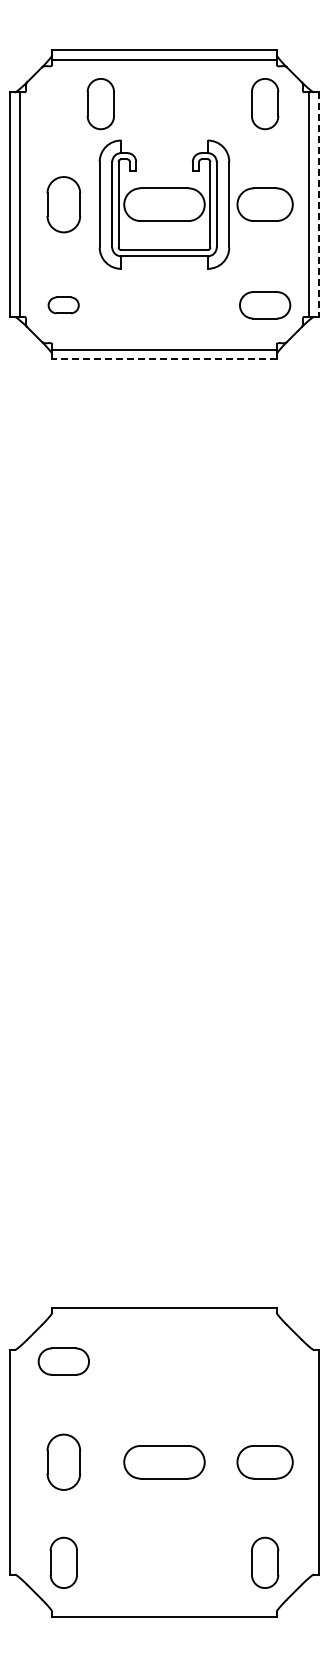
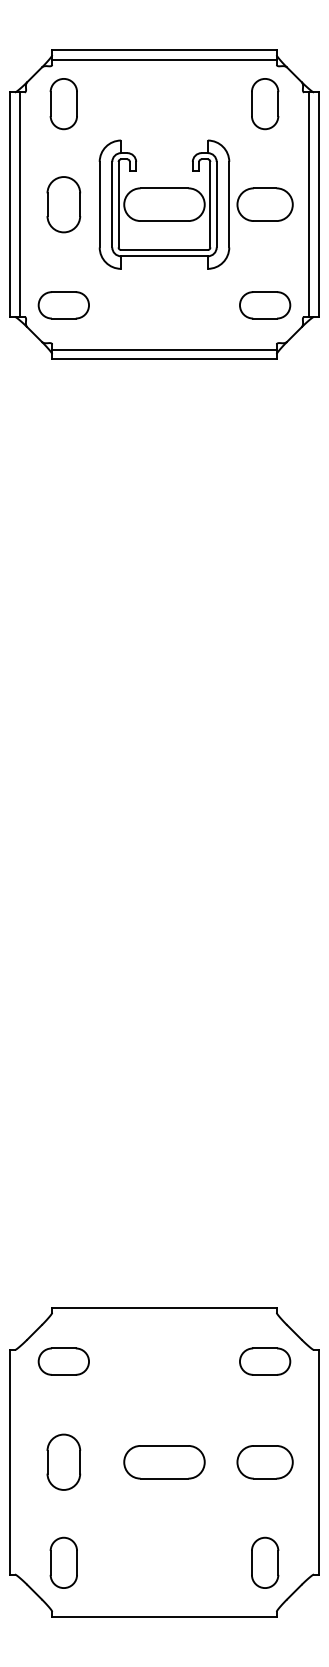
part at (100, 104) position: (100, 104) -> (63, 104)
line at (319, 205): dashed -> solid
part at (63, 305) size: 33x19 px -> 53x29 px
line at (163, 359): dashed -> solid
part at (265, 1361): none -> present
